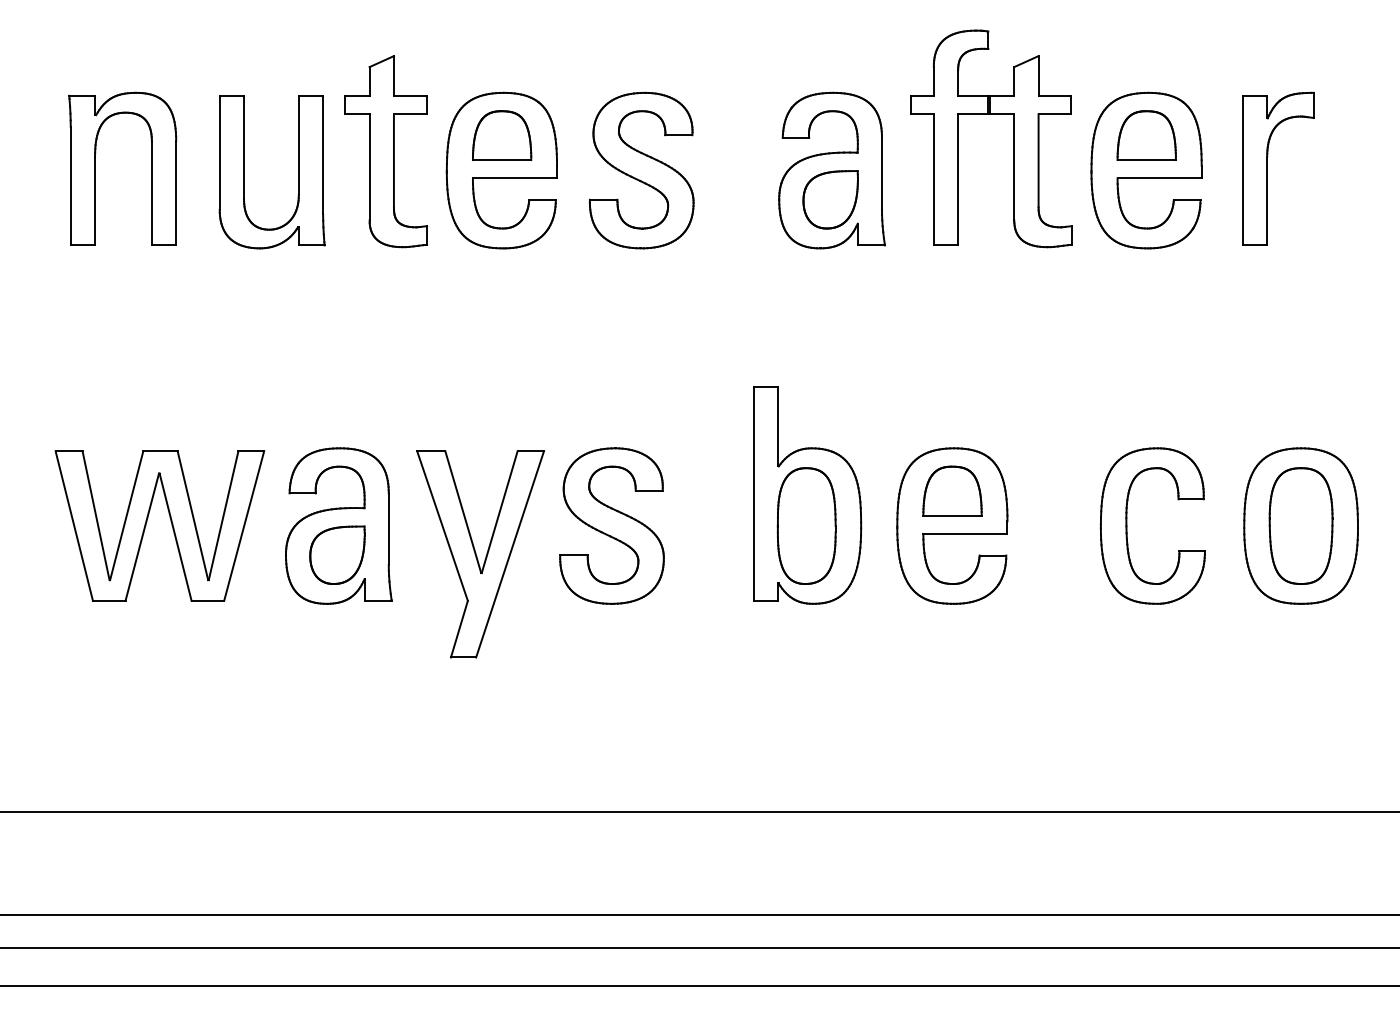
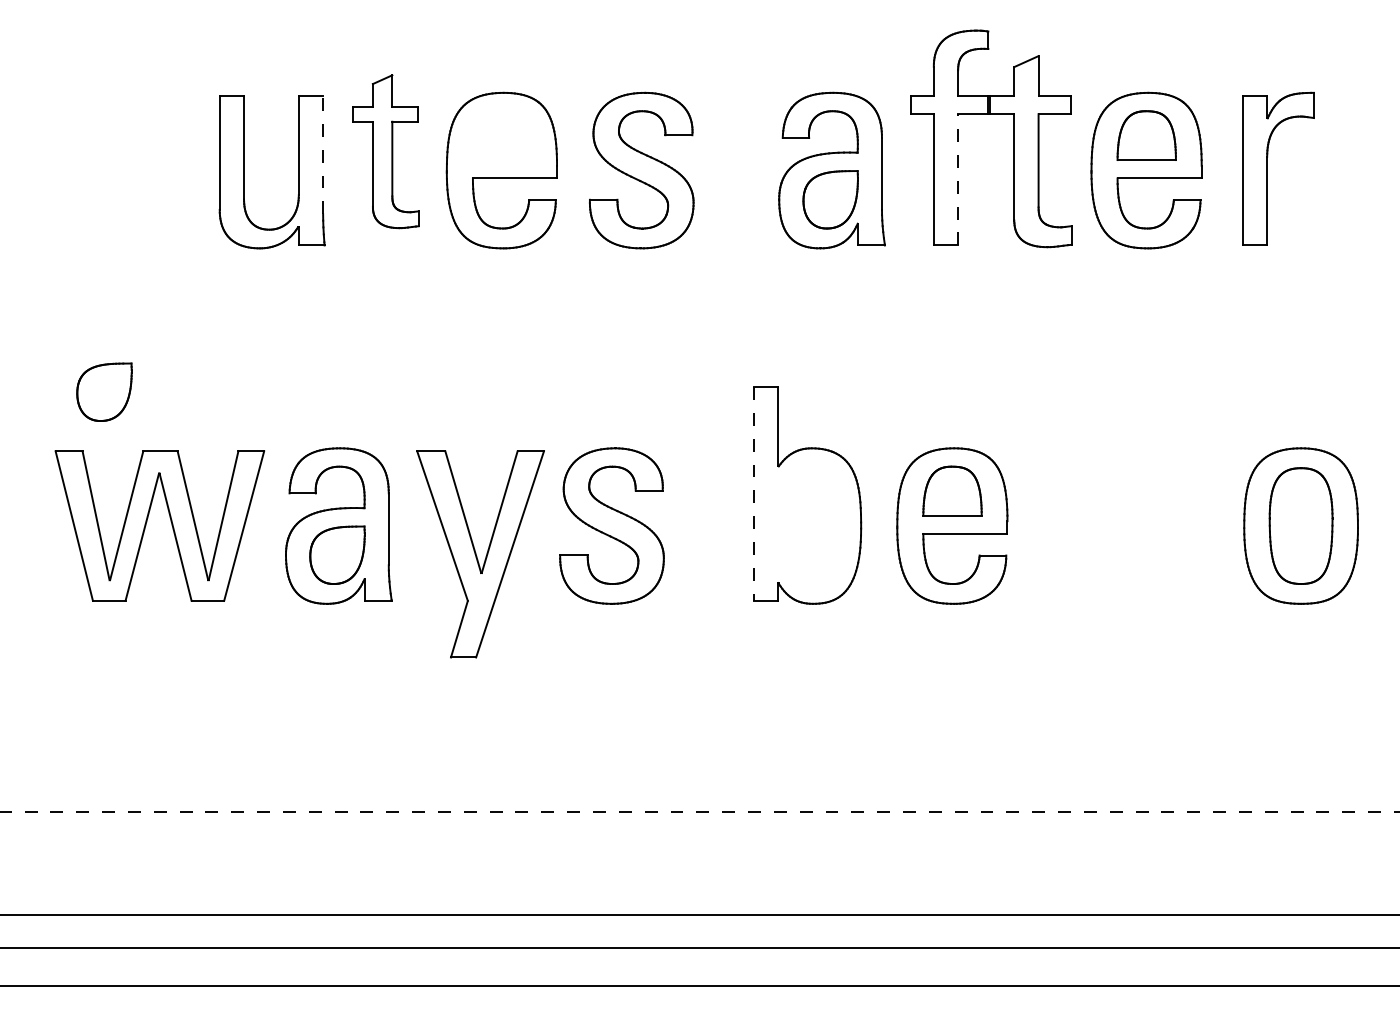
part at (502, 135): present -> none
part at (385, 151) size: 84x194 px -> 68x156 px
line at (323, 154): solid -> dashed
part at (95, 168): present -> none
line at (958, 179): solid -> dashed
part at (104, 391): none -> present
line at (753, 493): solid -> dashed
part at (806, 525): present -> none
part at (1127, 525): present -> none
line at (699, 812): solid -> dashed
